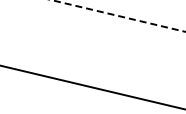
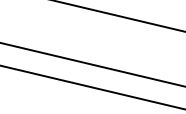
line at (118, 16): dashed -> solid
line at (92, 64): none -> present
